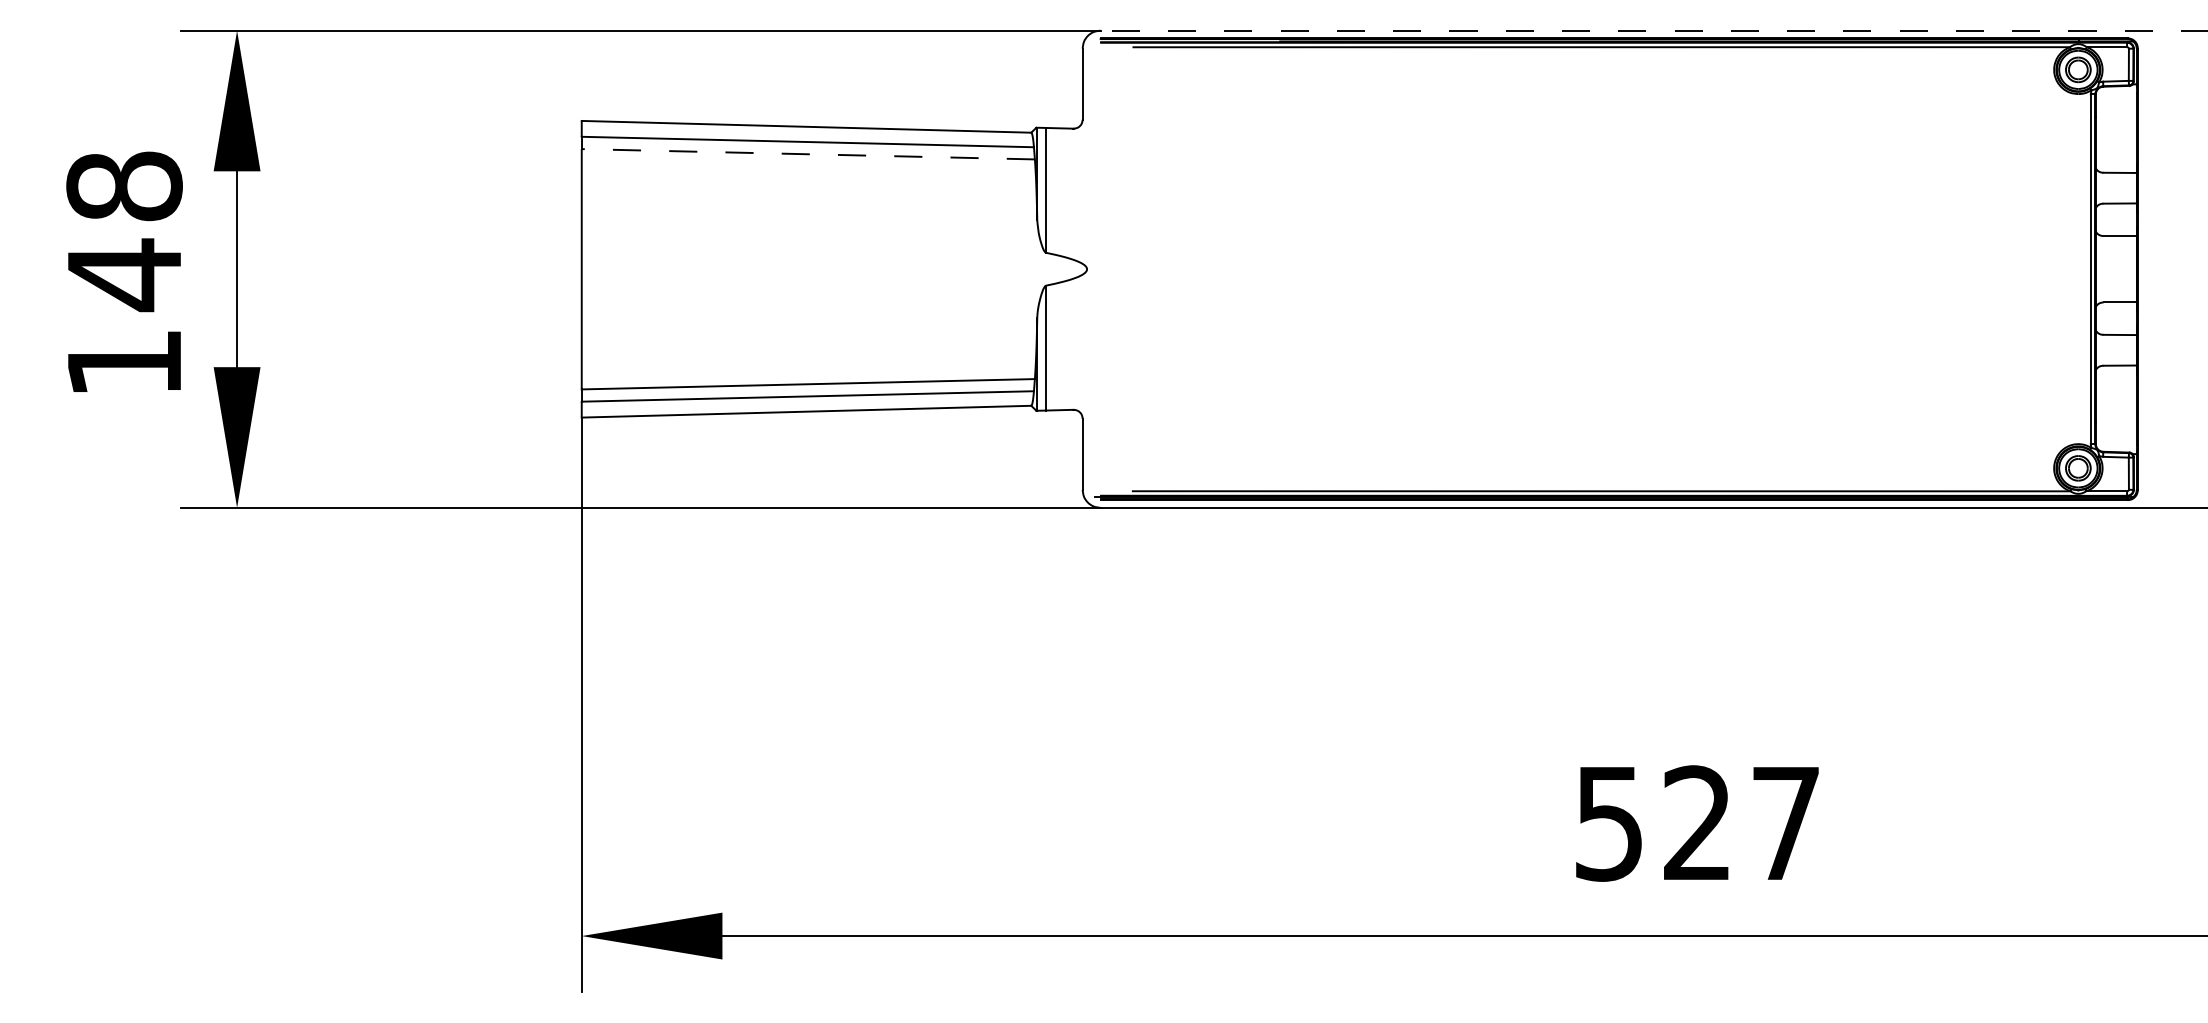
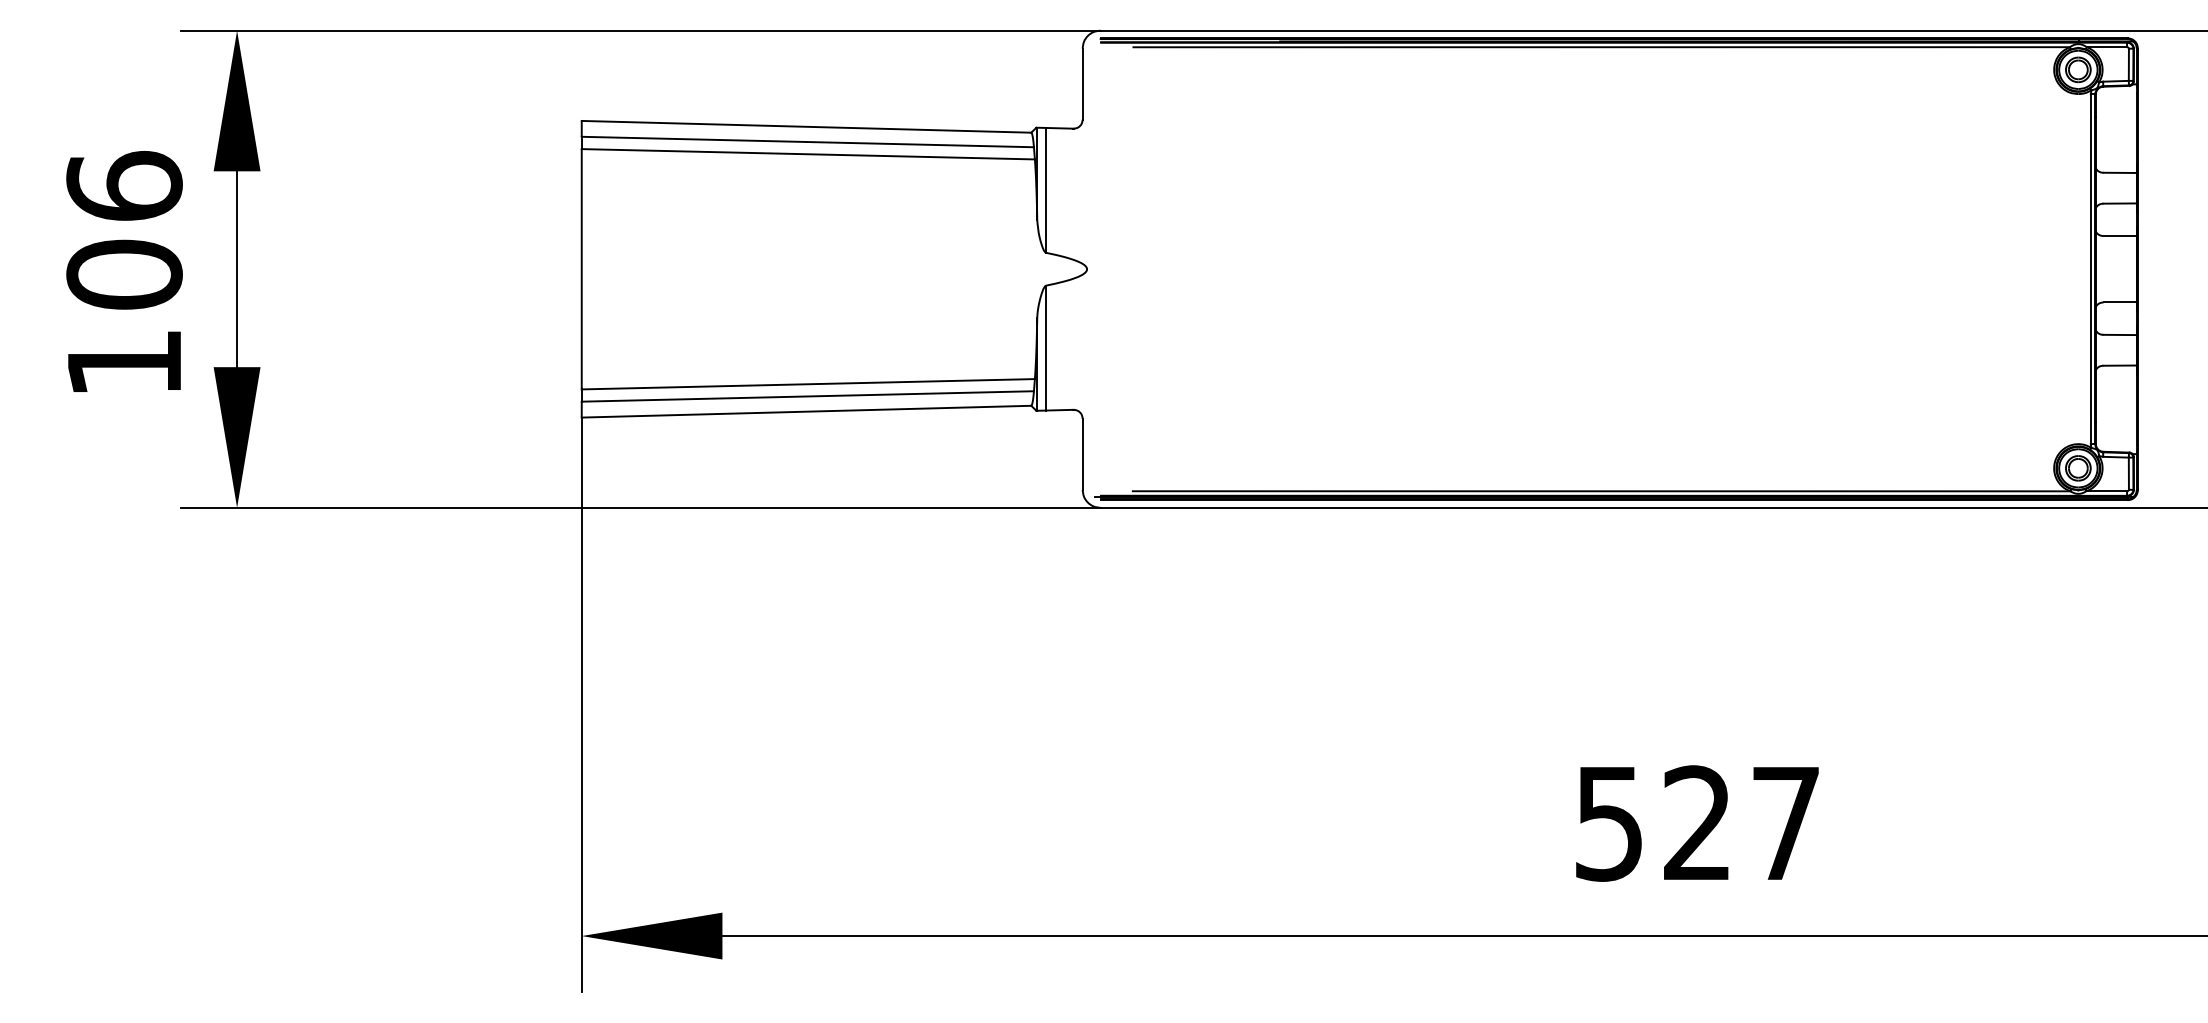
line at (1653, 30): dashed -> solid
line at (808, 154): dashed -> solid
text at (124, 231): 148 -> 106
